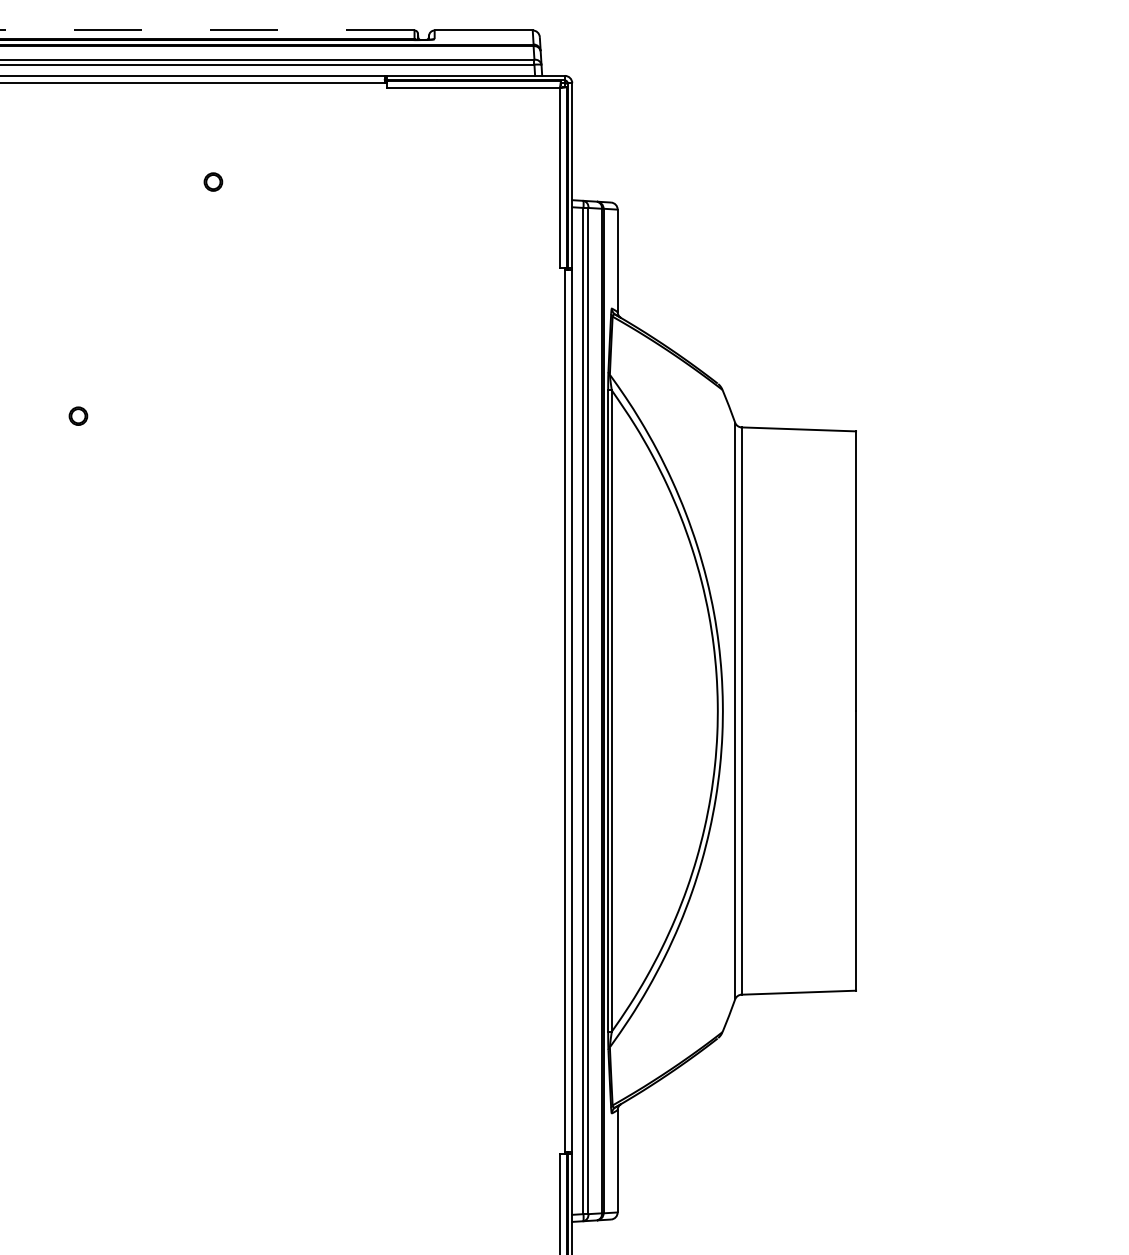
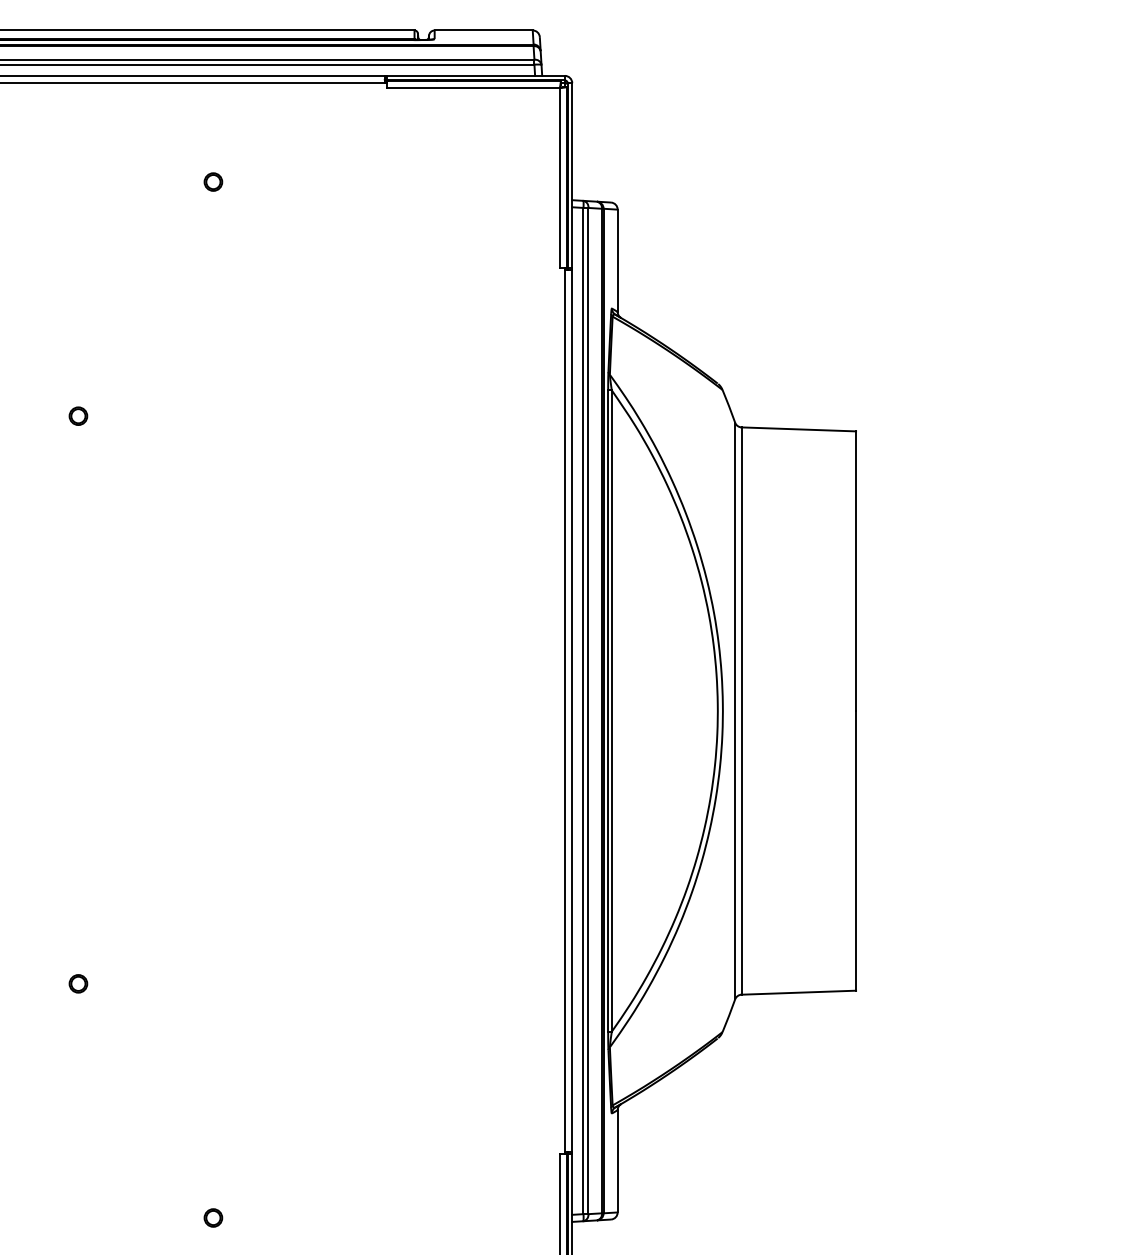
line at (207, 30): dashed -> solid
part at (78, 983): none -> present
part at (213, 1217): none -> present
